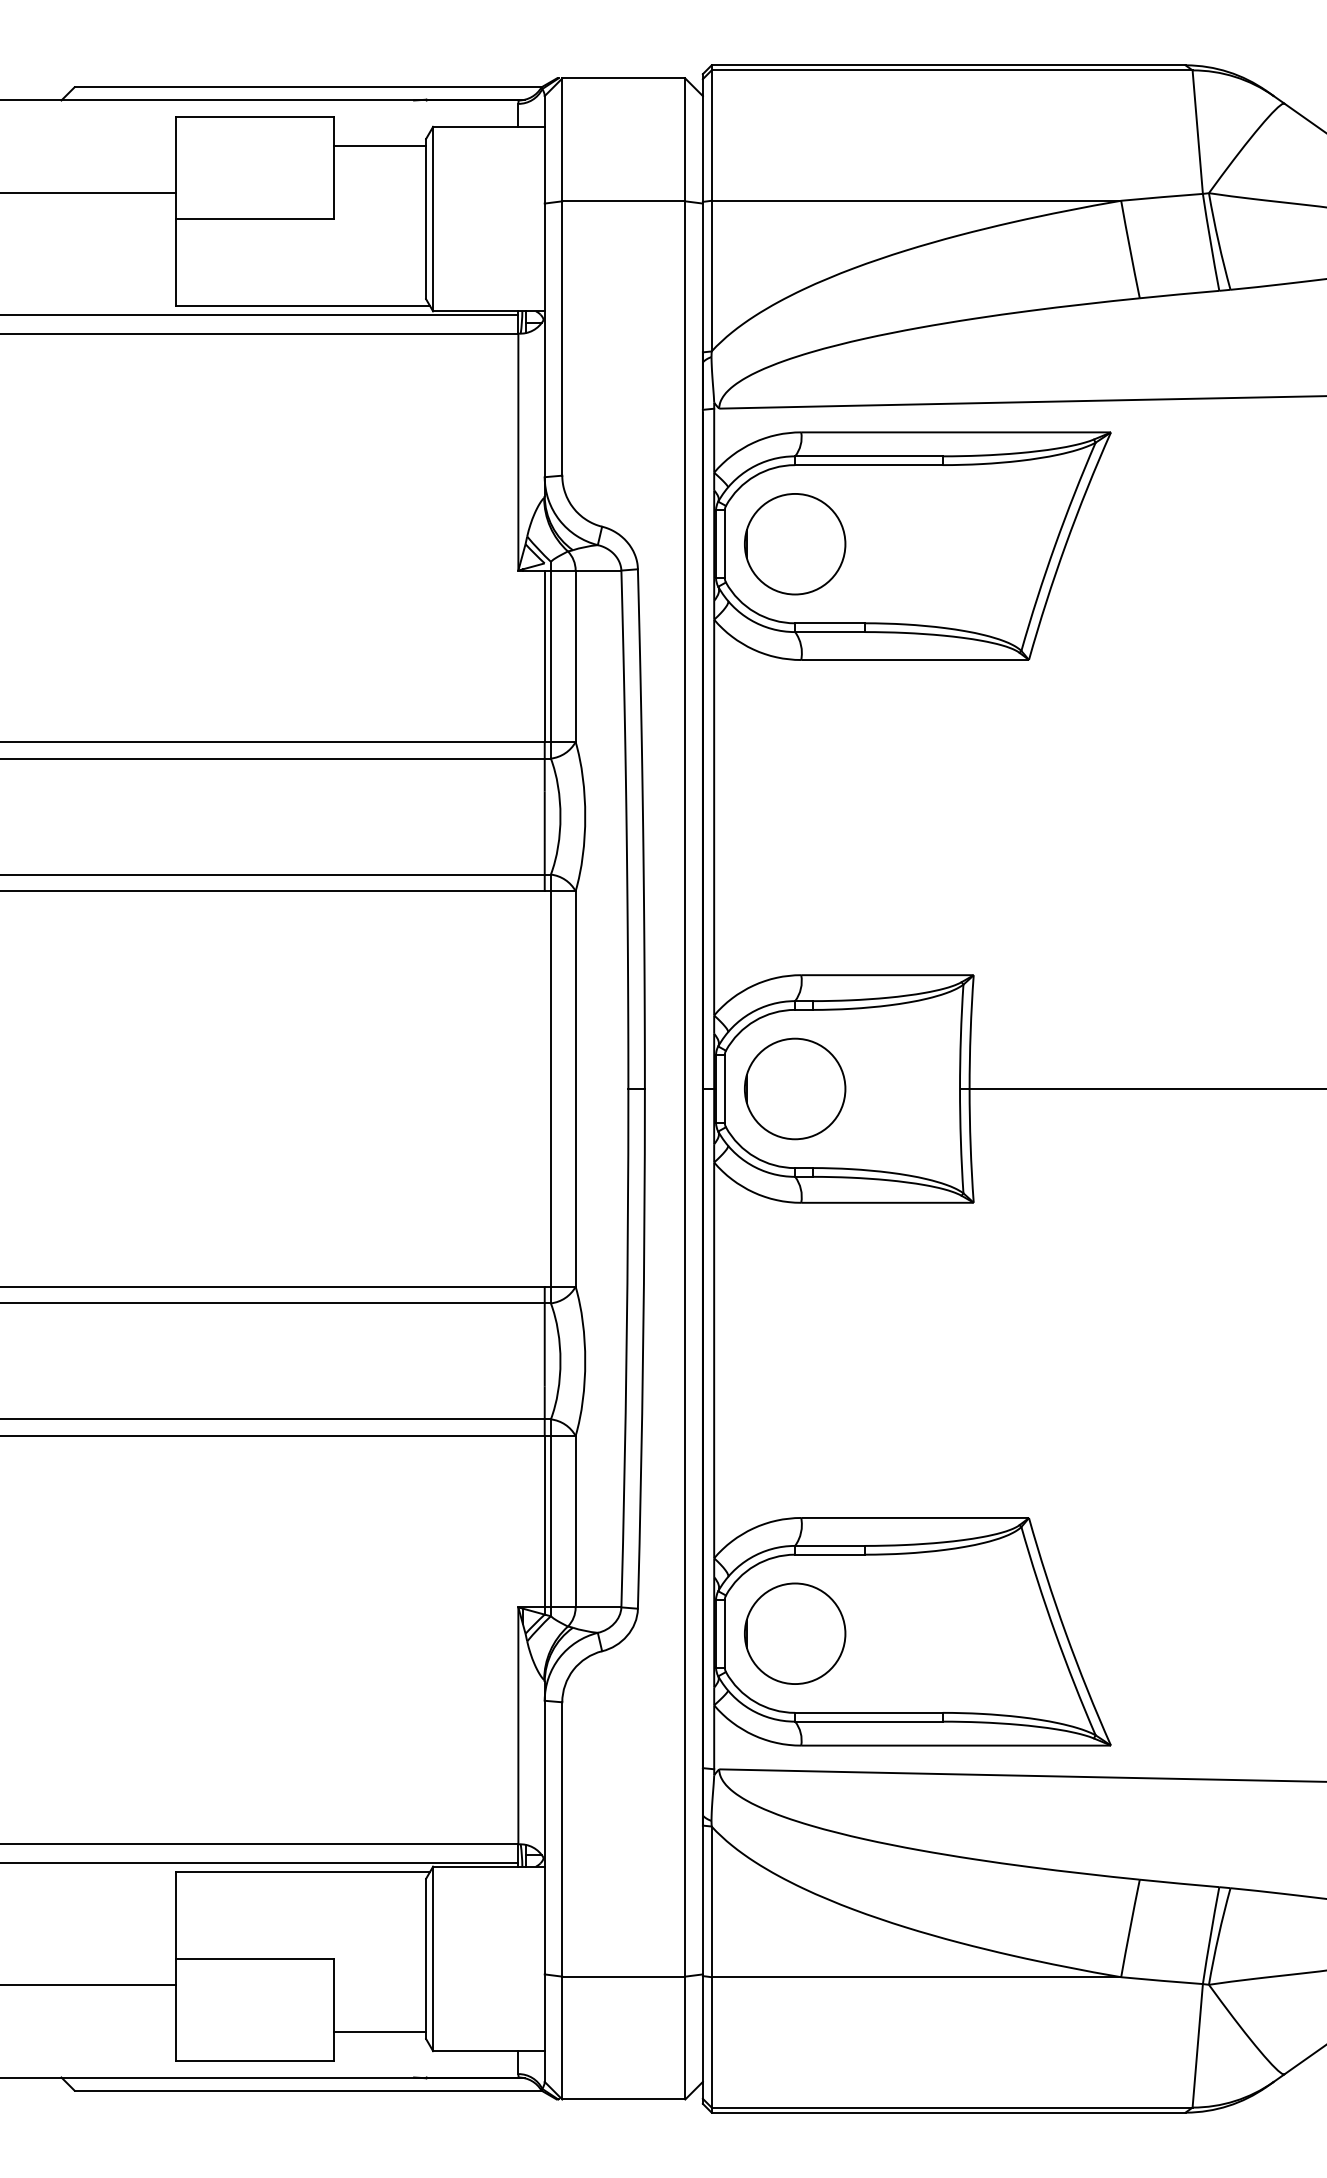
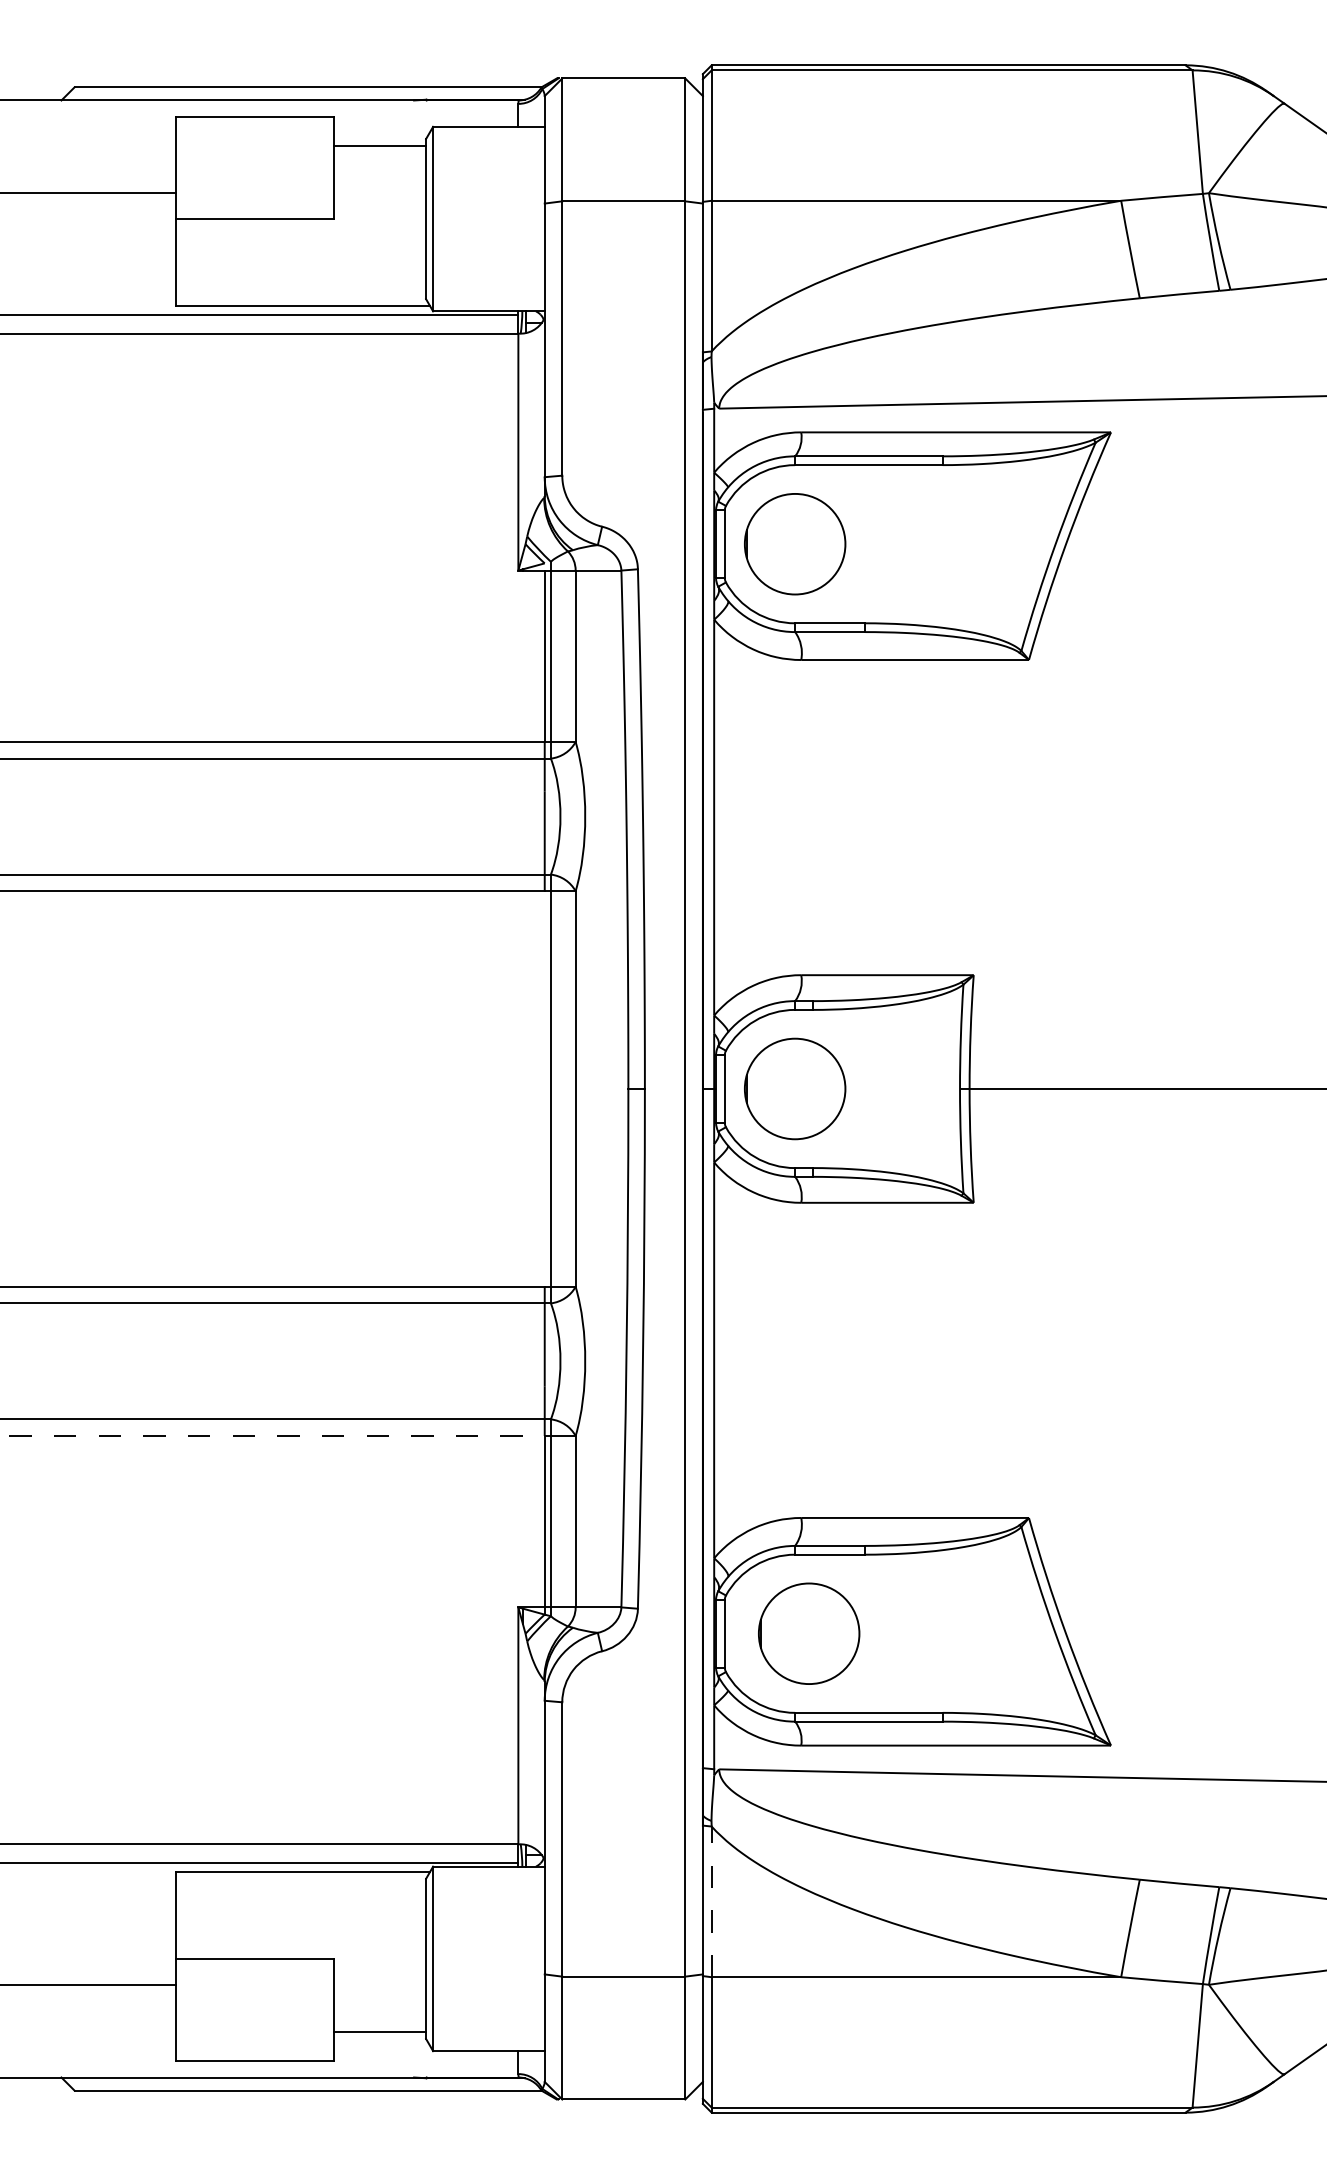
line at (272, 1435): solid -> dashed
circle at (795, 1633) position: (795, 1633) -> (809, 1633)
line at (711, 1901): solid -> dashed
